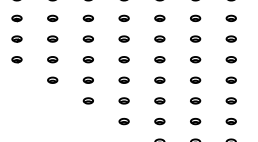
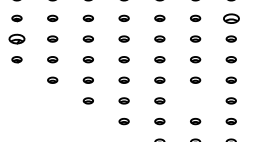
part at (230, 17) size: 12x8 px -> 17x11 px
part at (16, 38) size: 12x8 px -> 18x12 px
part at (195, 100): present -> none
